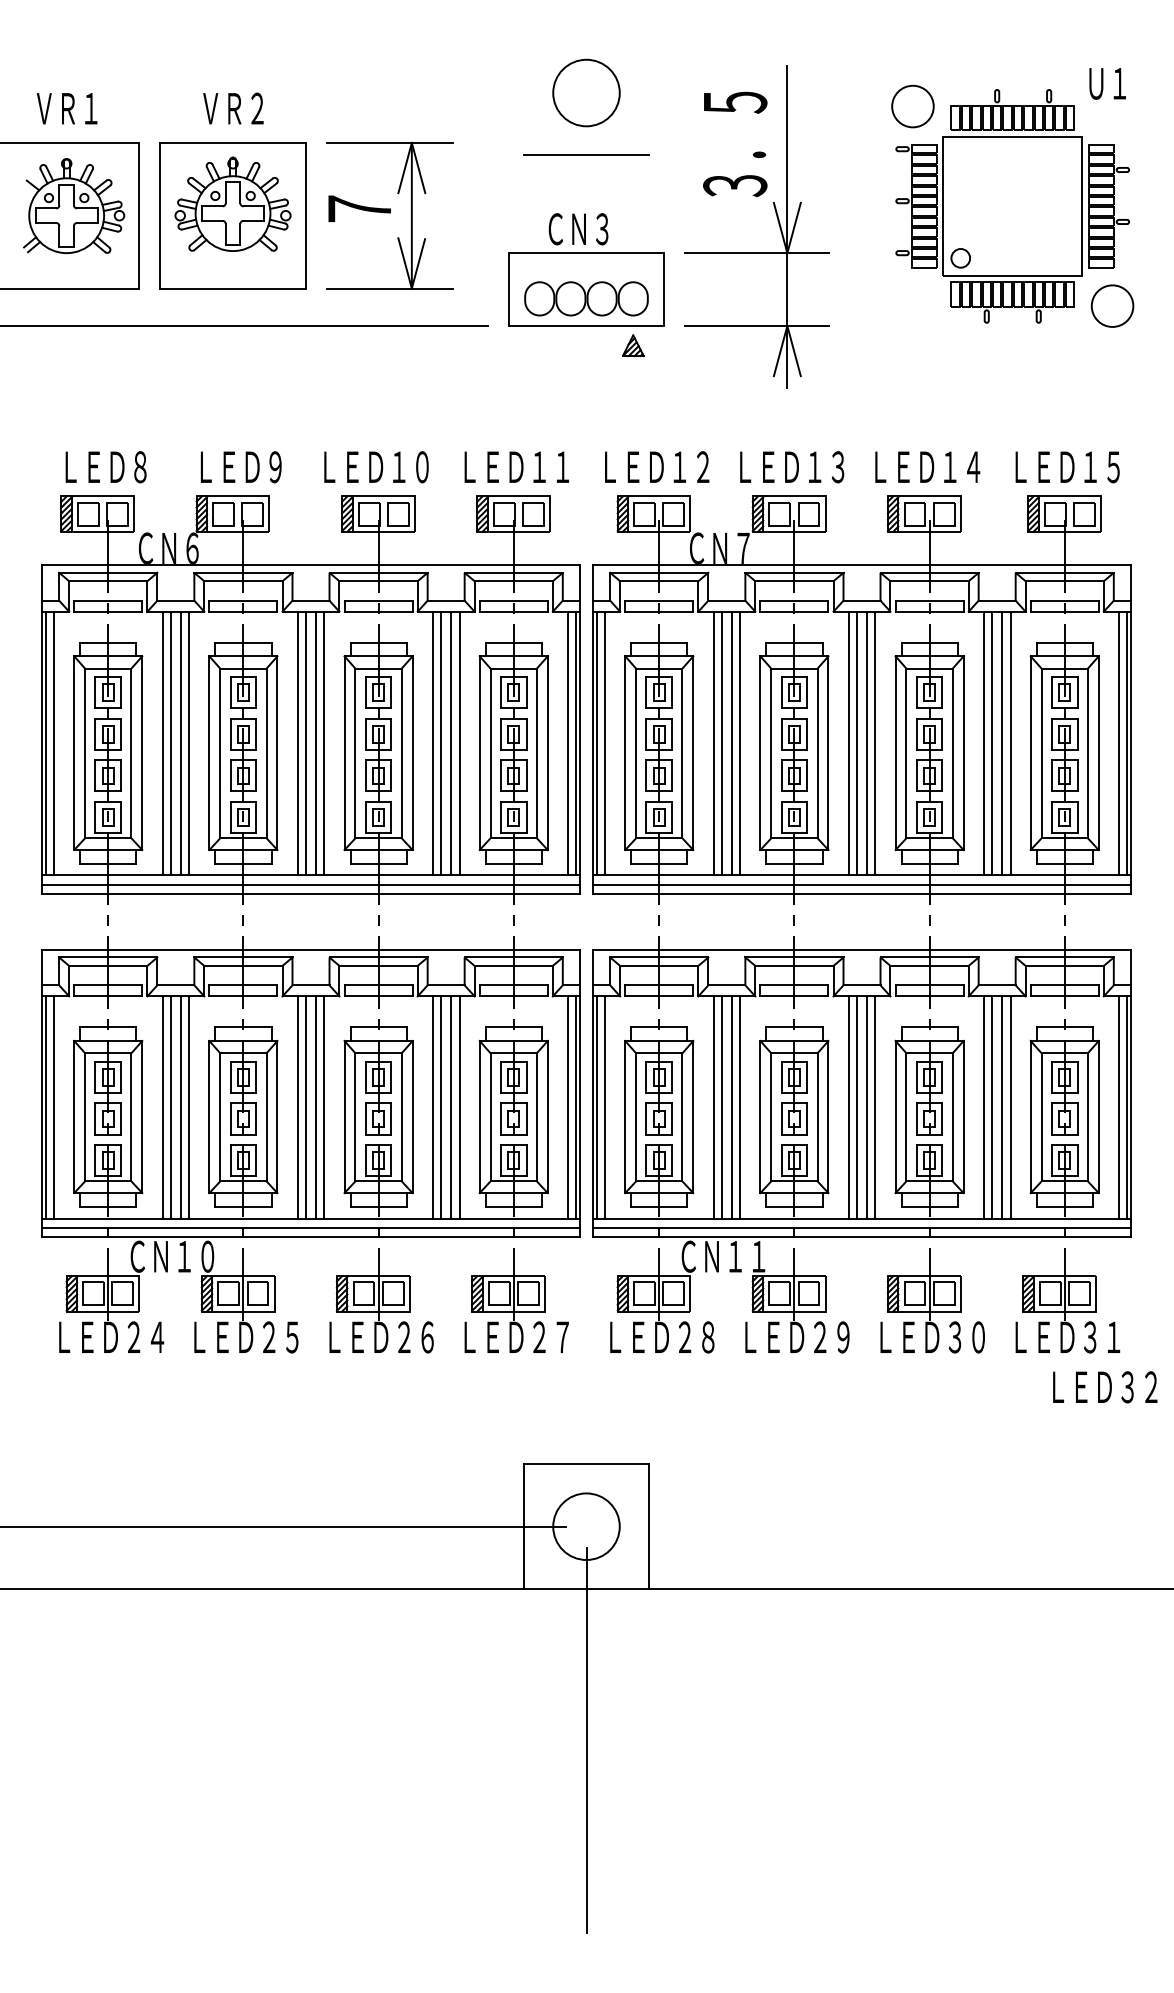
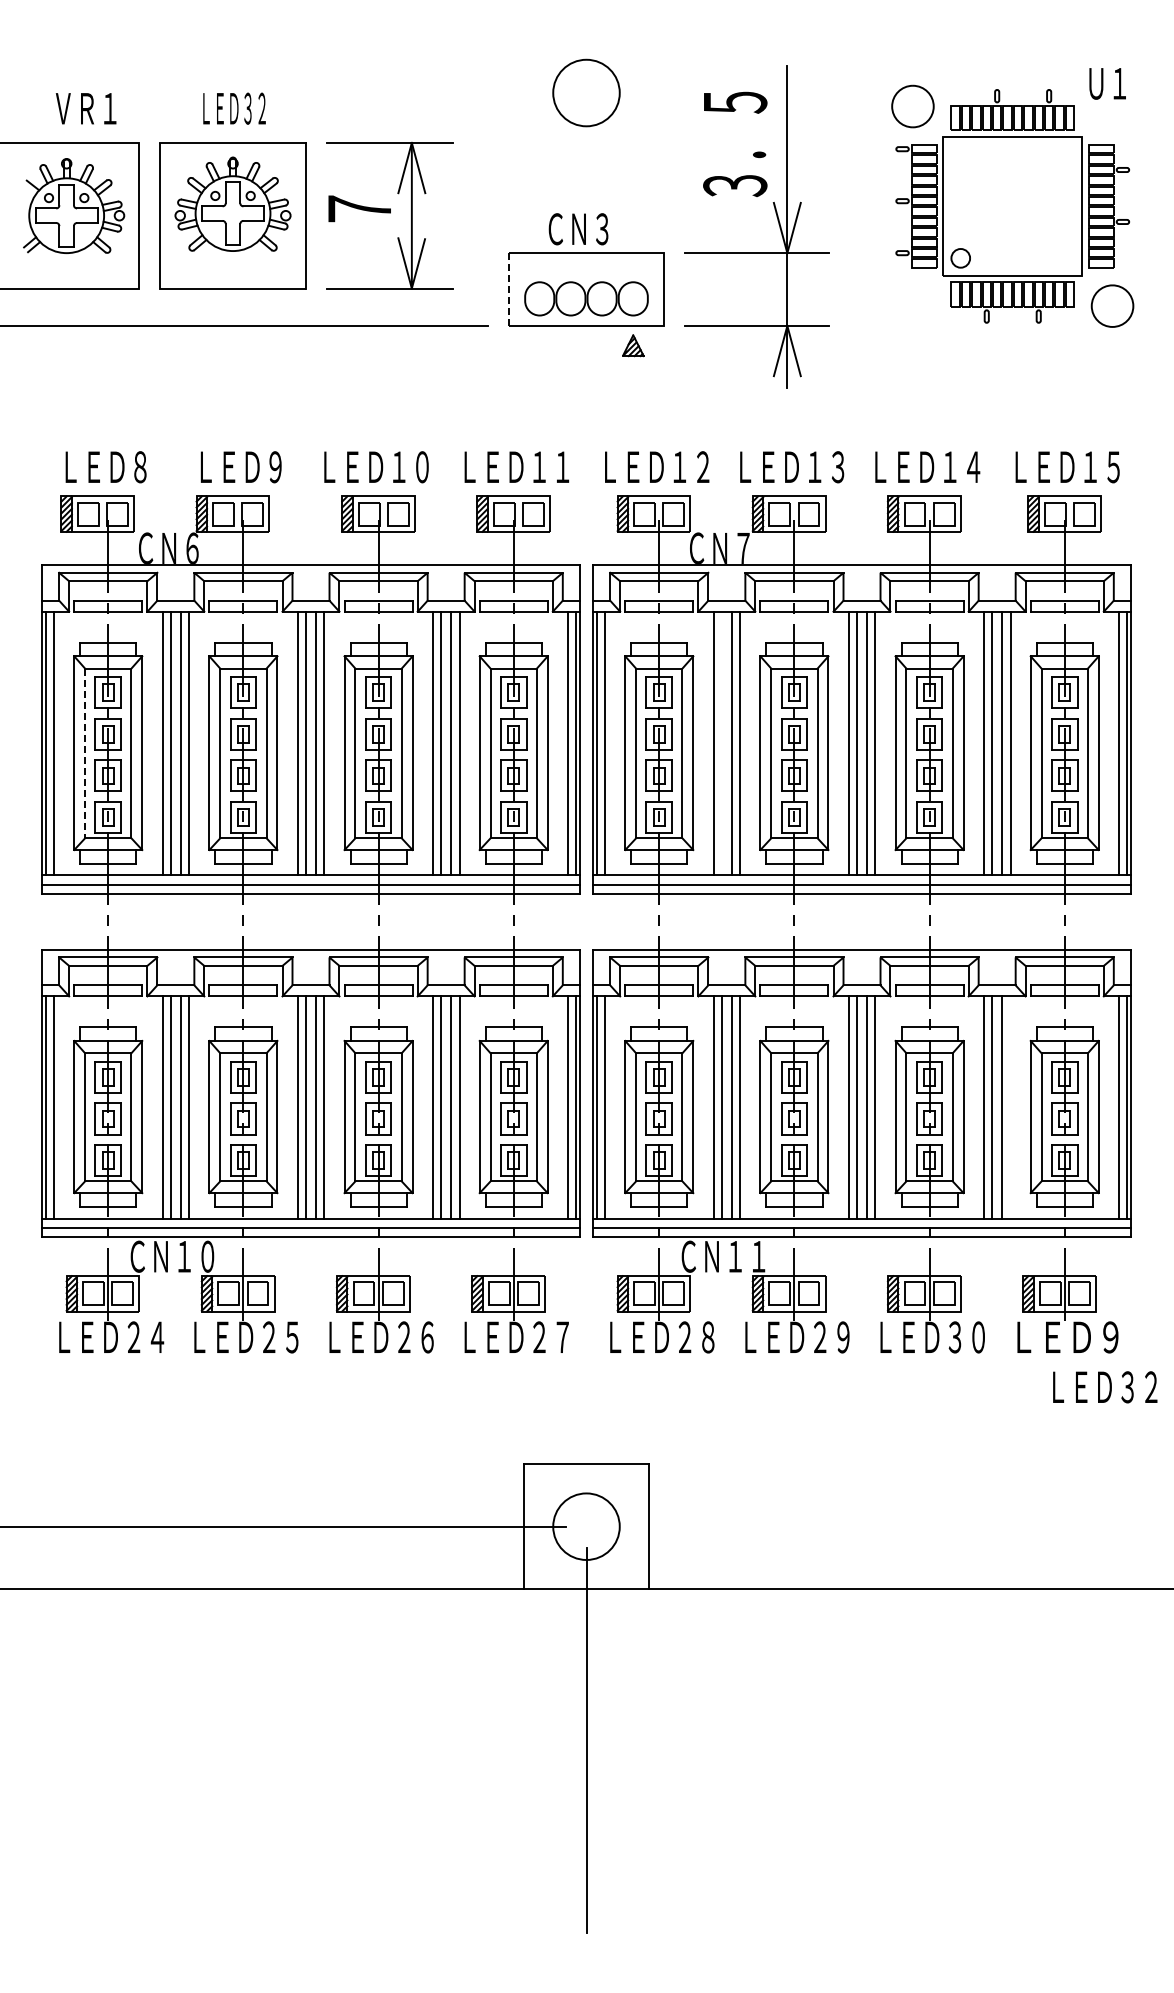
text at (66, 108) position: (66, 108) -> (85, 108)
text at (234, 108): ＶＲ２ -> ＬＥＤ３２
line at (586, 154): present -> none
line at (508, 290): solid -> dashed
line at (721, 743): present -> none
line at (85, 753): solid -> dashed
line at (1010, 1107): present -> none
text at (1067, 1337): ＬＥＤ３１ -> ＬＥＤ９
